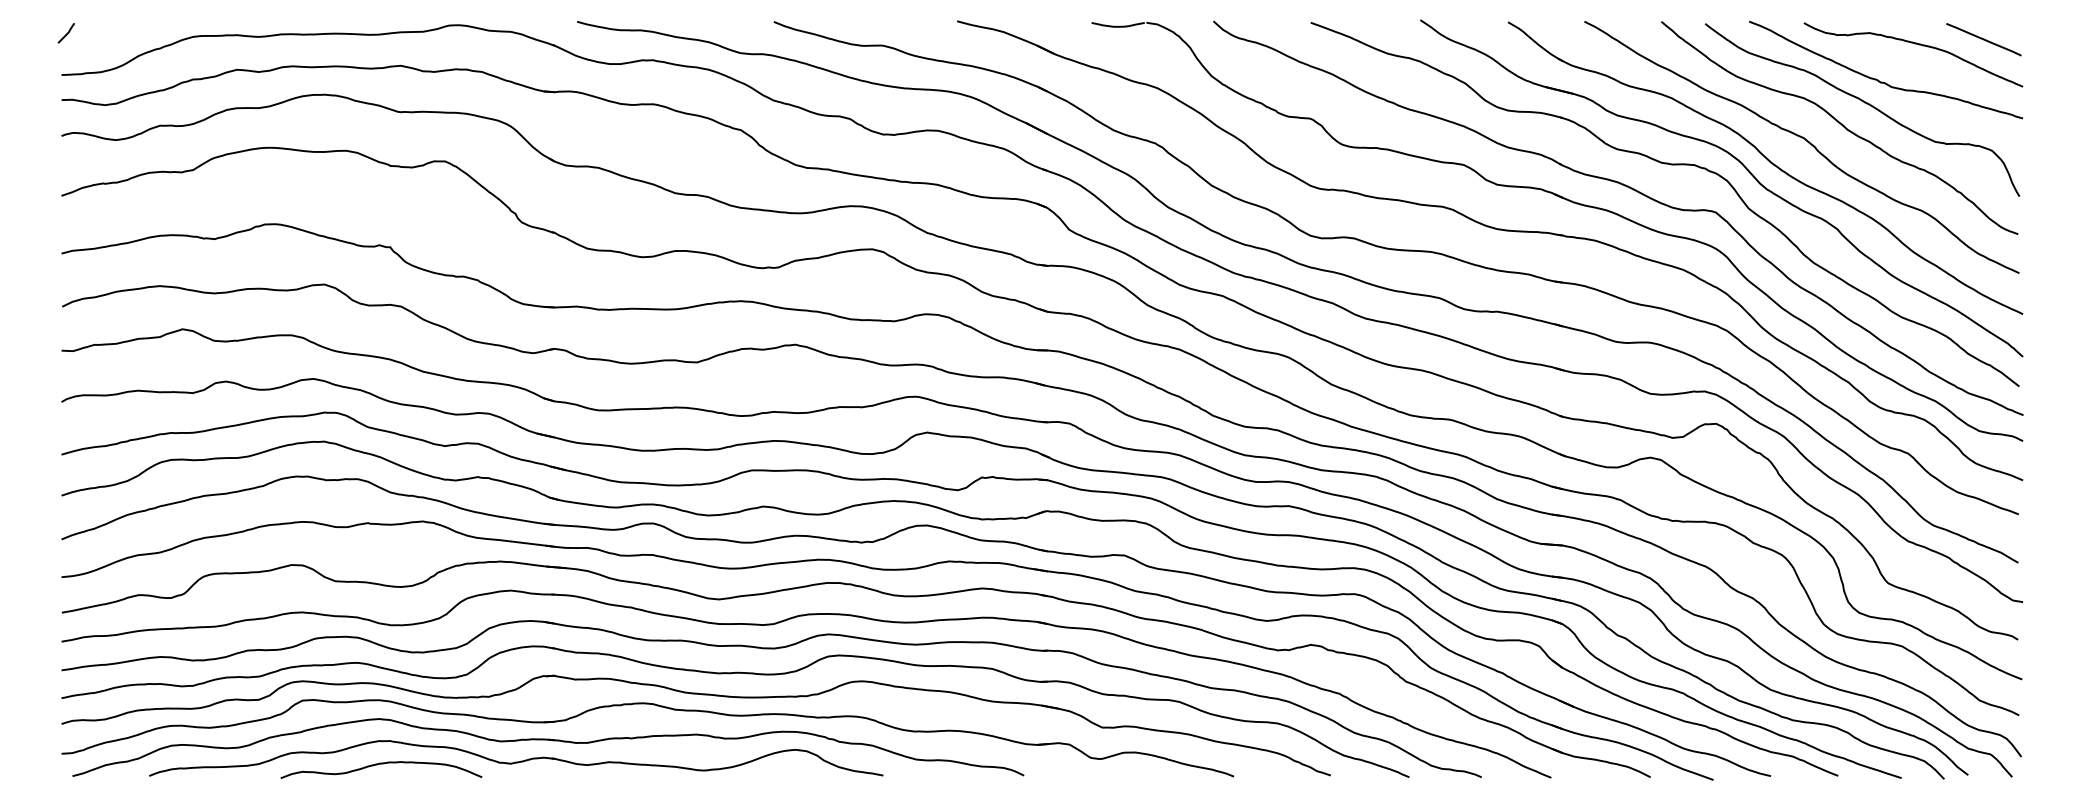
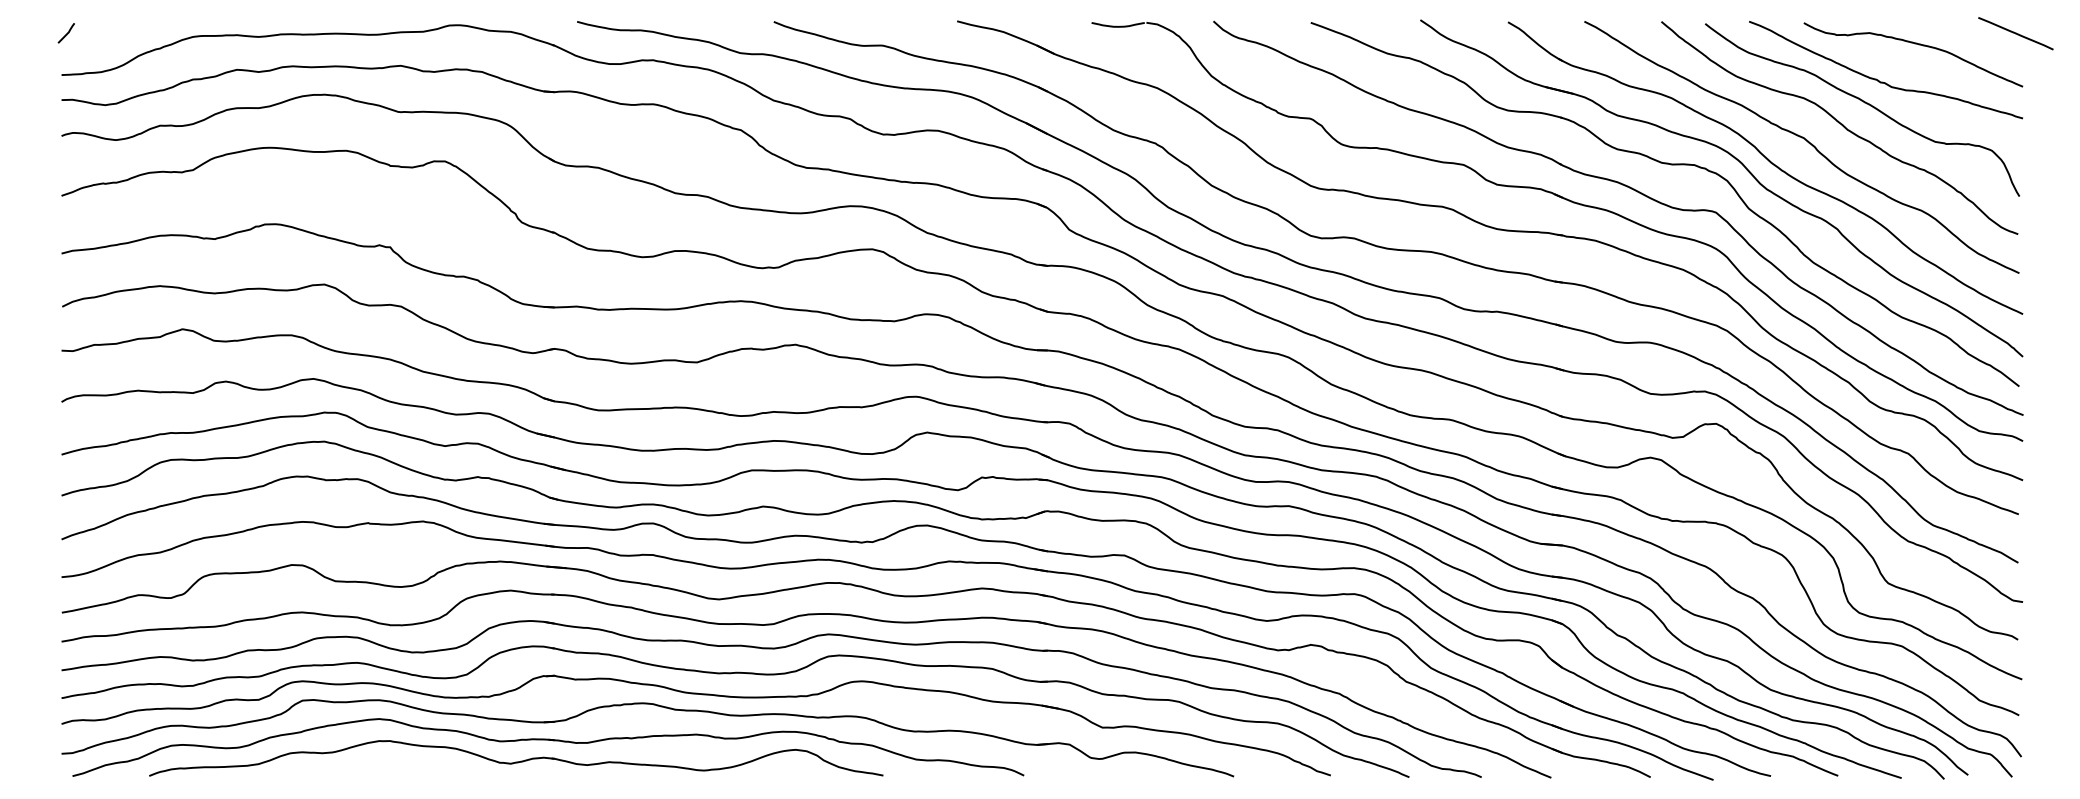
line at (1983, 39) position: (1983, 39) -> (2015, 33)
curve at (381, 764): present -> none
